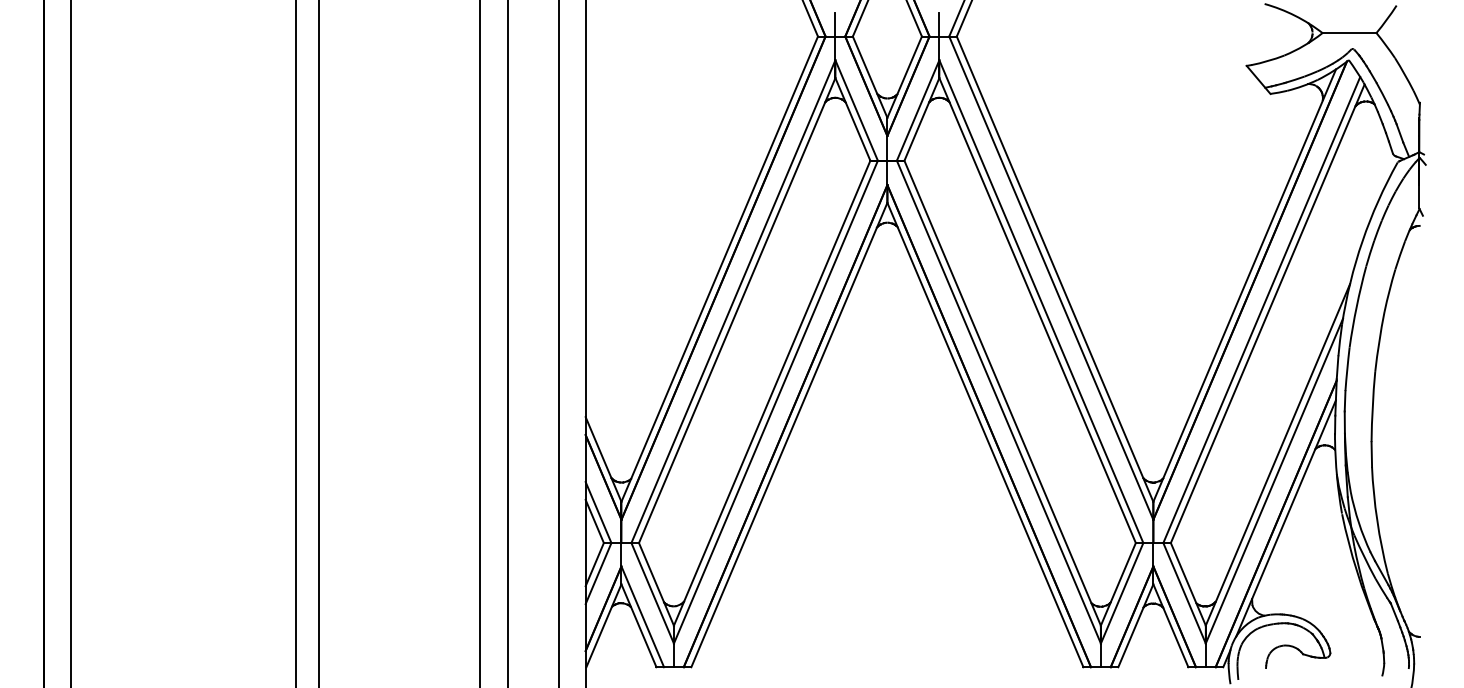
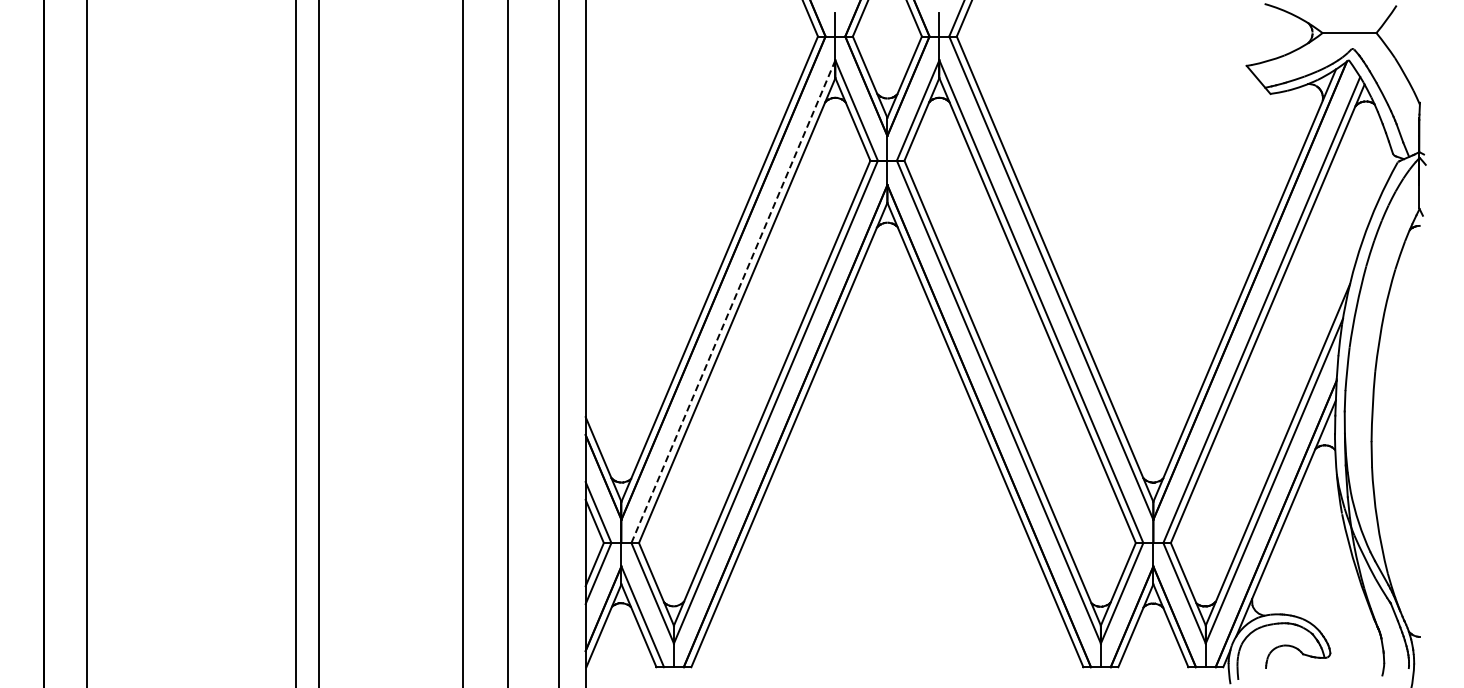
line at (733, 301): solid -> dashed
line at (71, 343) position: (71, 343) -> (87, 343)
line at (480, 343) position: (480, 343) -> (463, 343)
